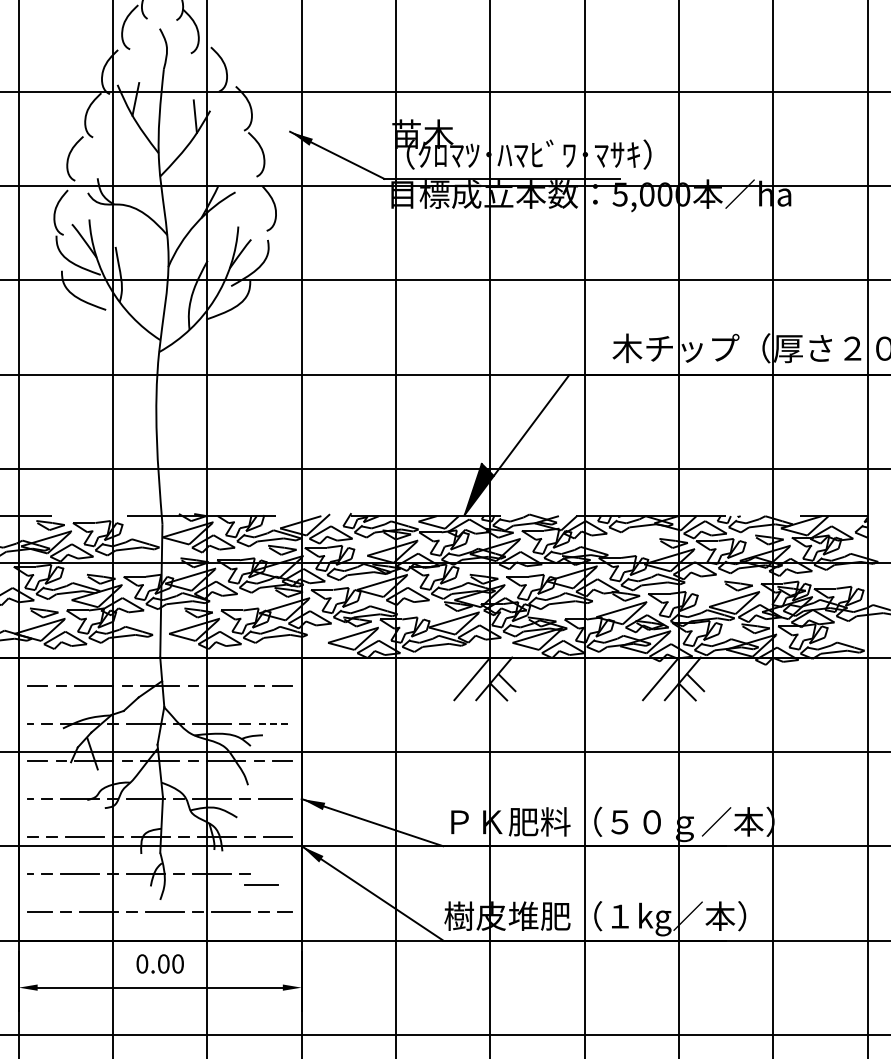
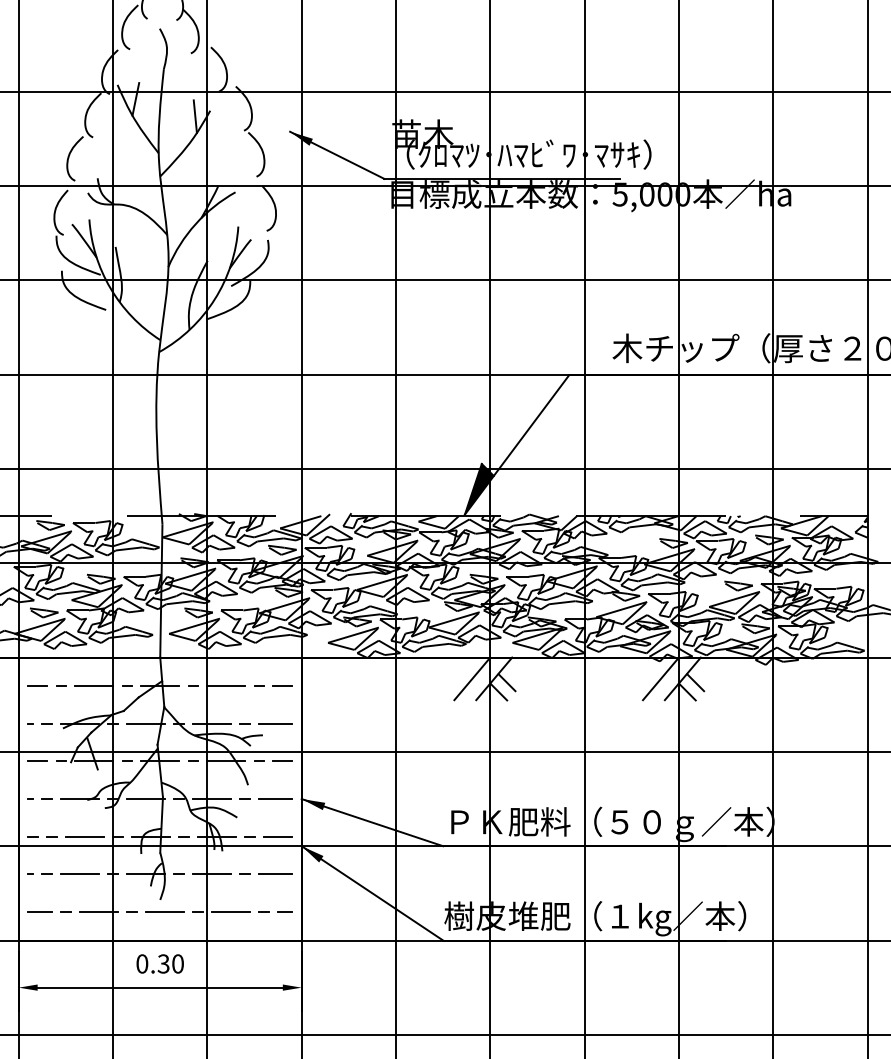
line at (275, 723): dashed -> solid
line at (261, 884) position: (261, 884) -> (275, 873)
text at (163, 963): 0.00 -> 0.30
